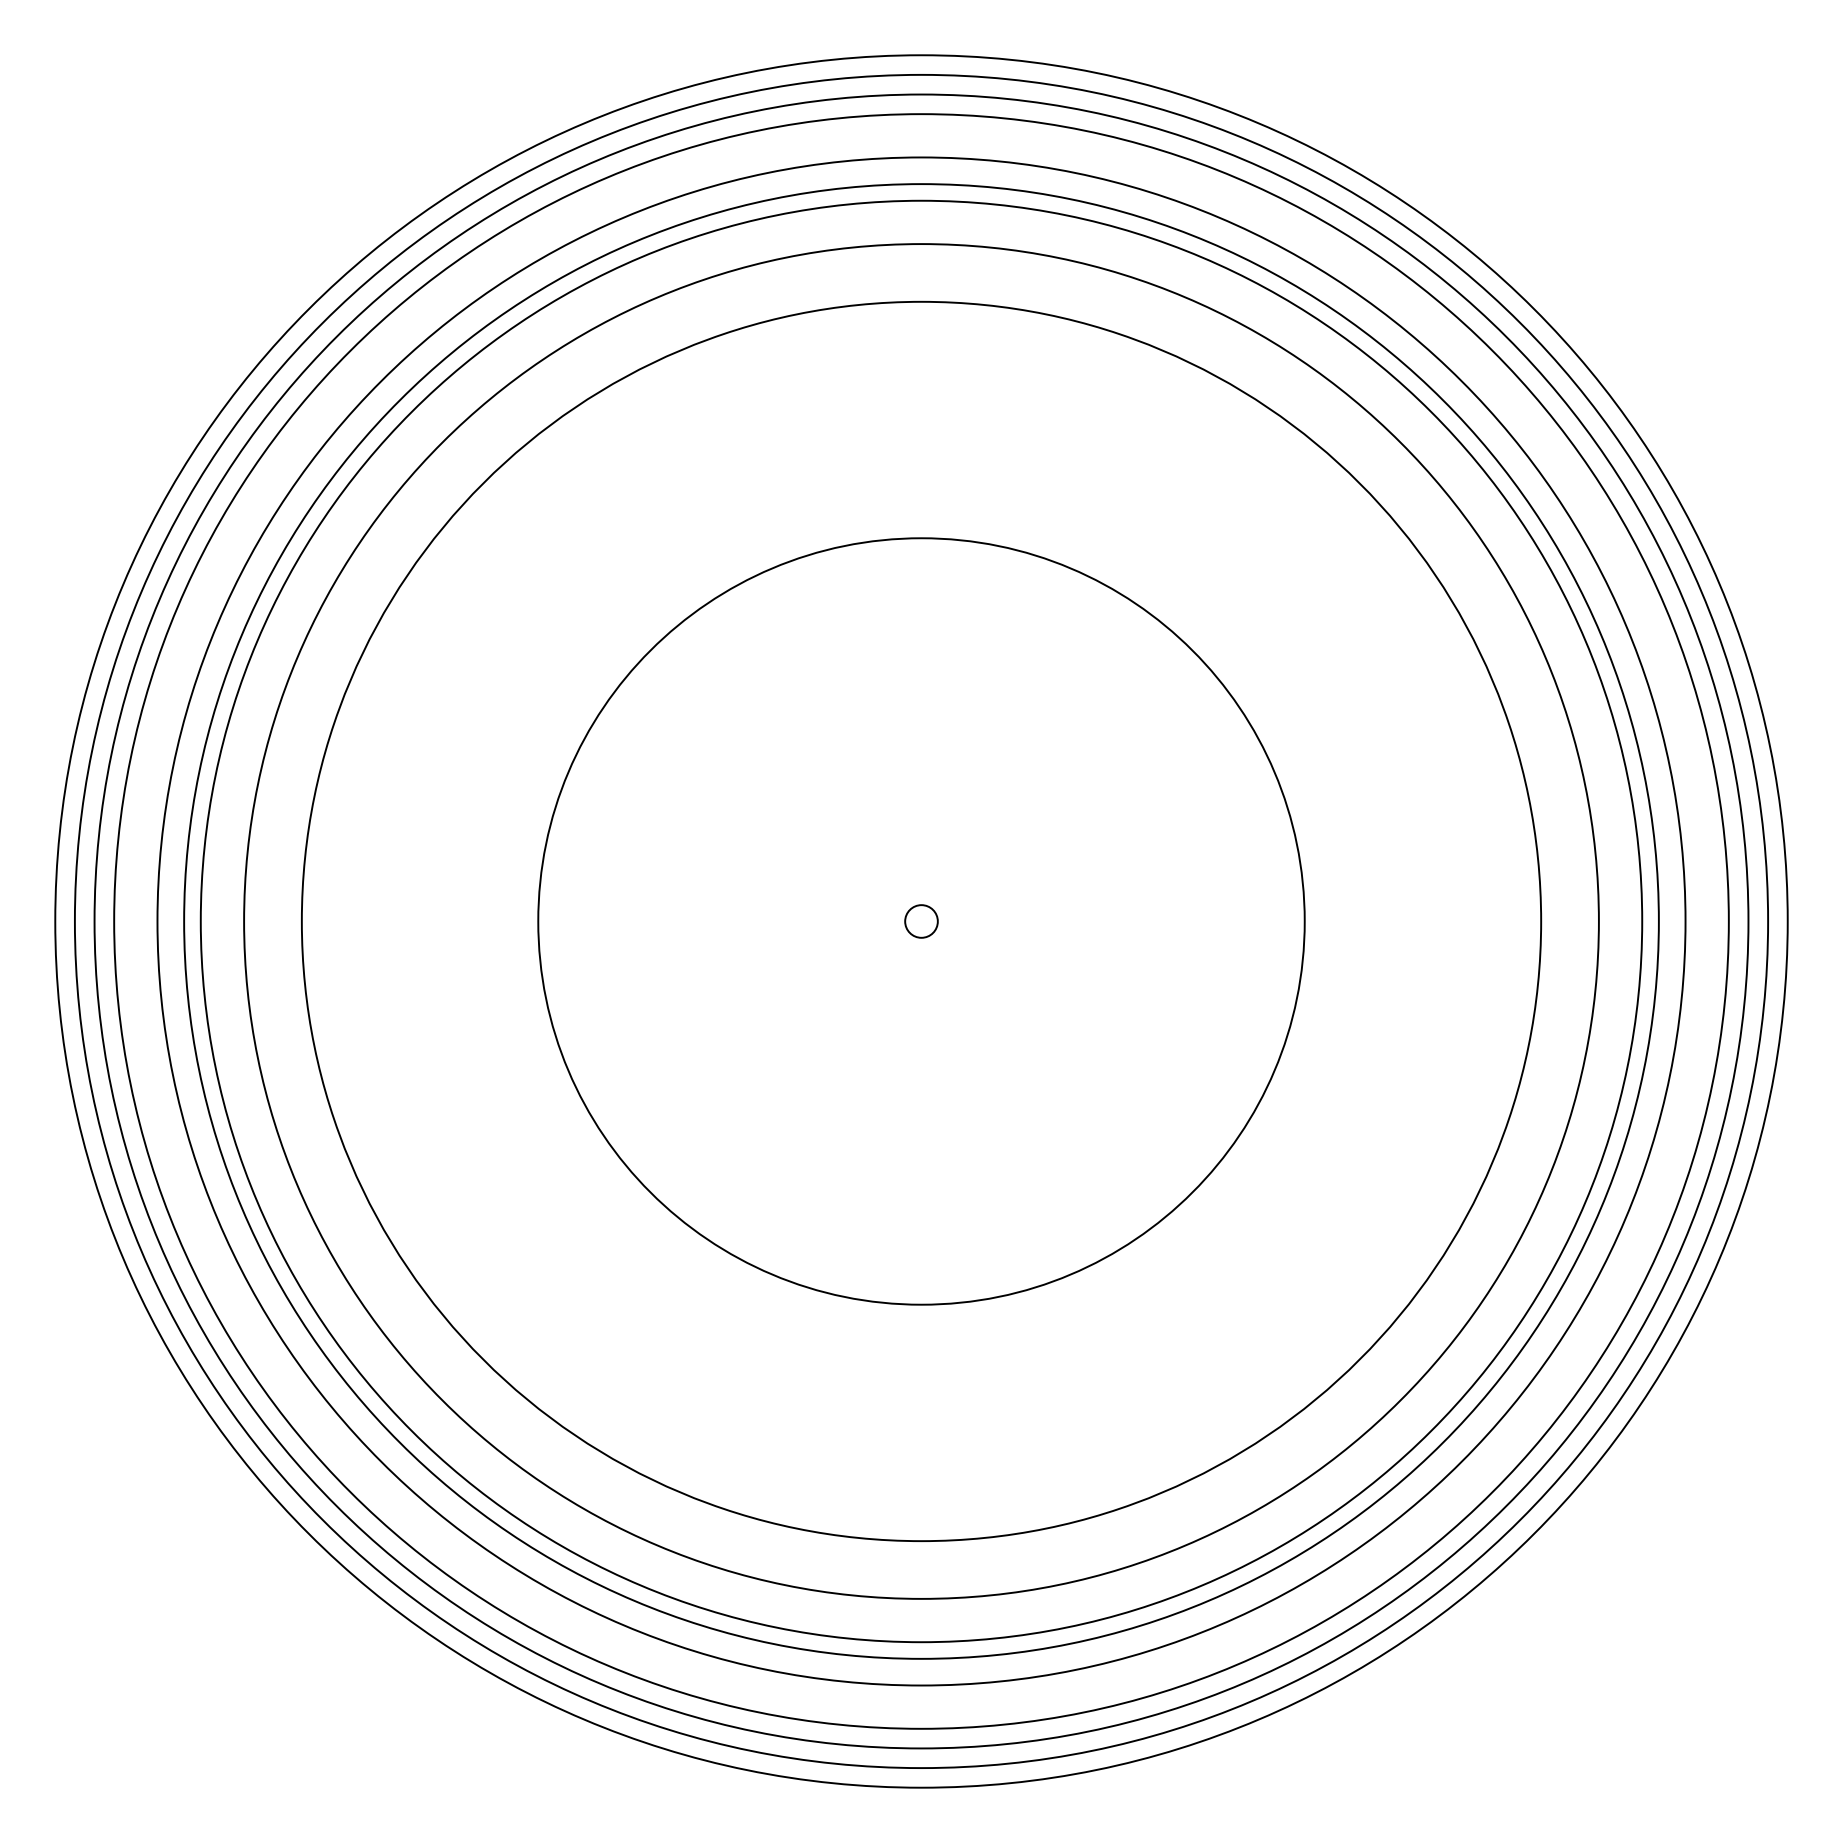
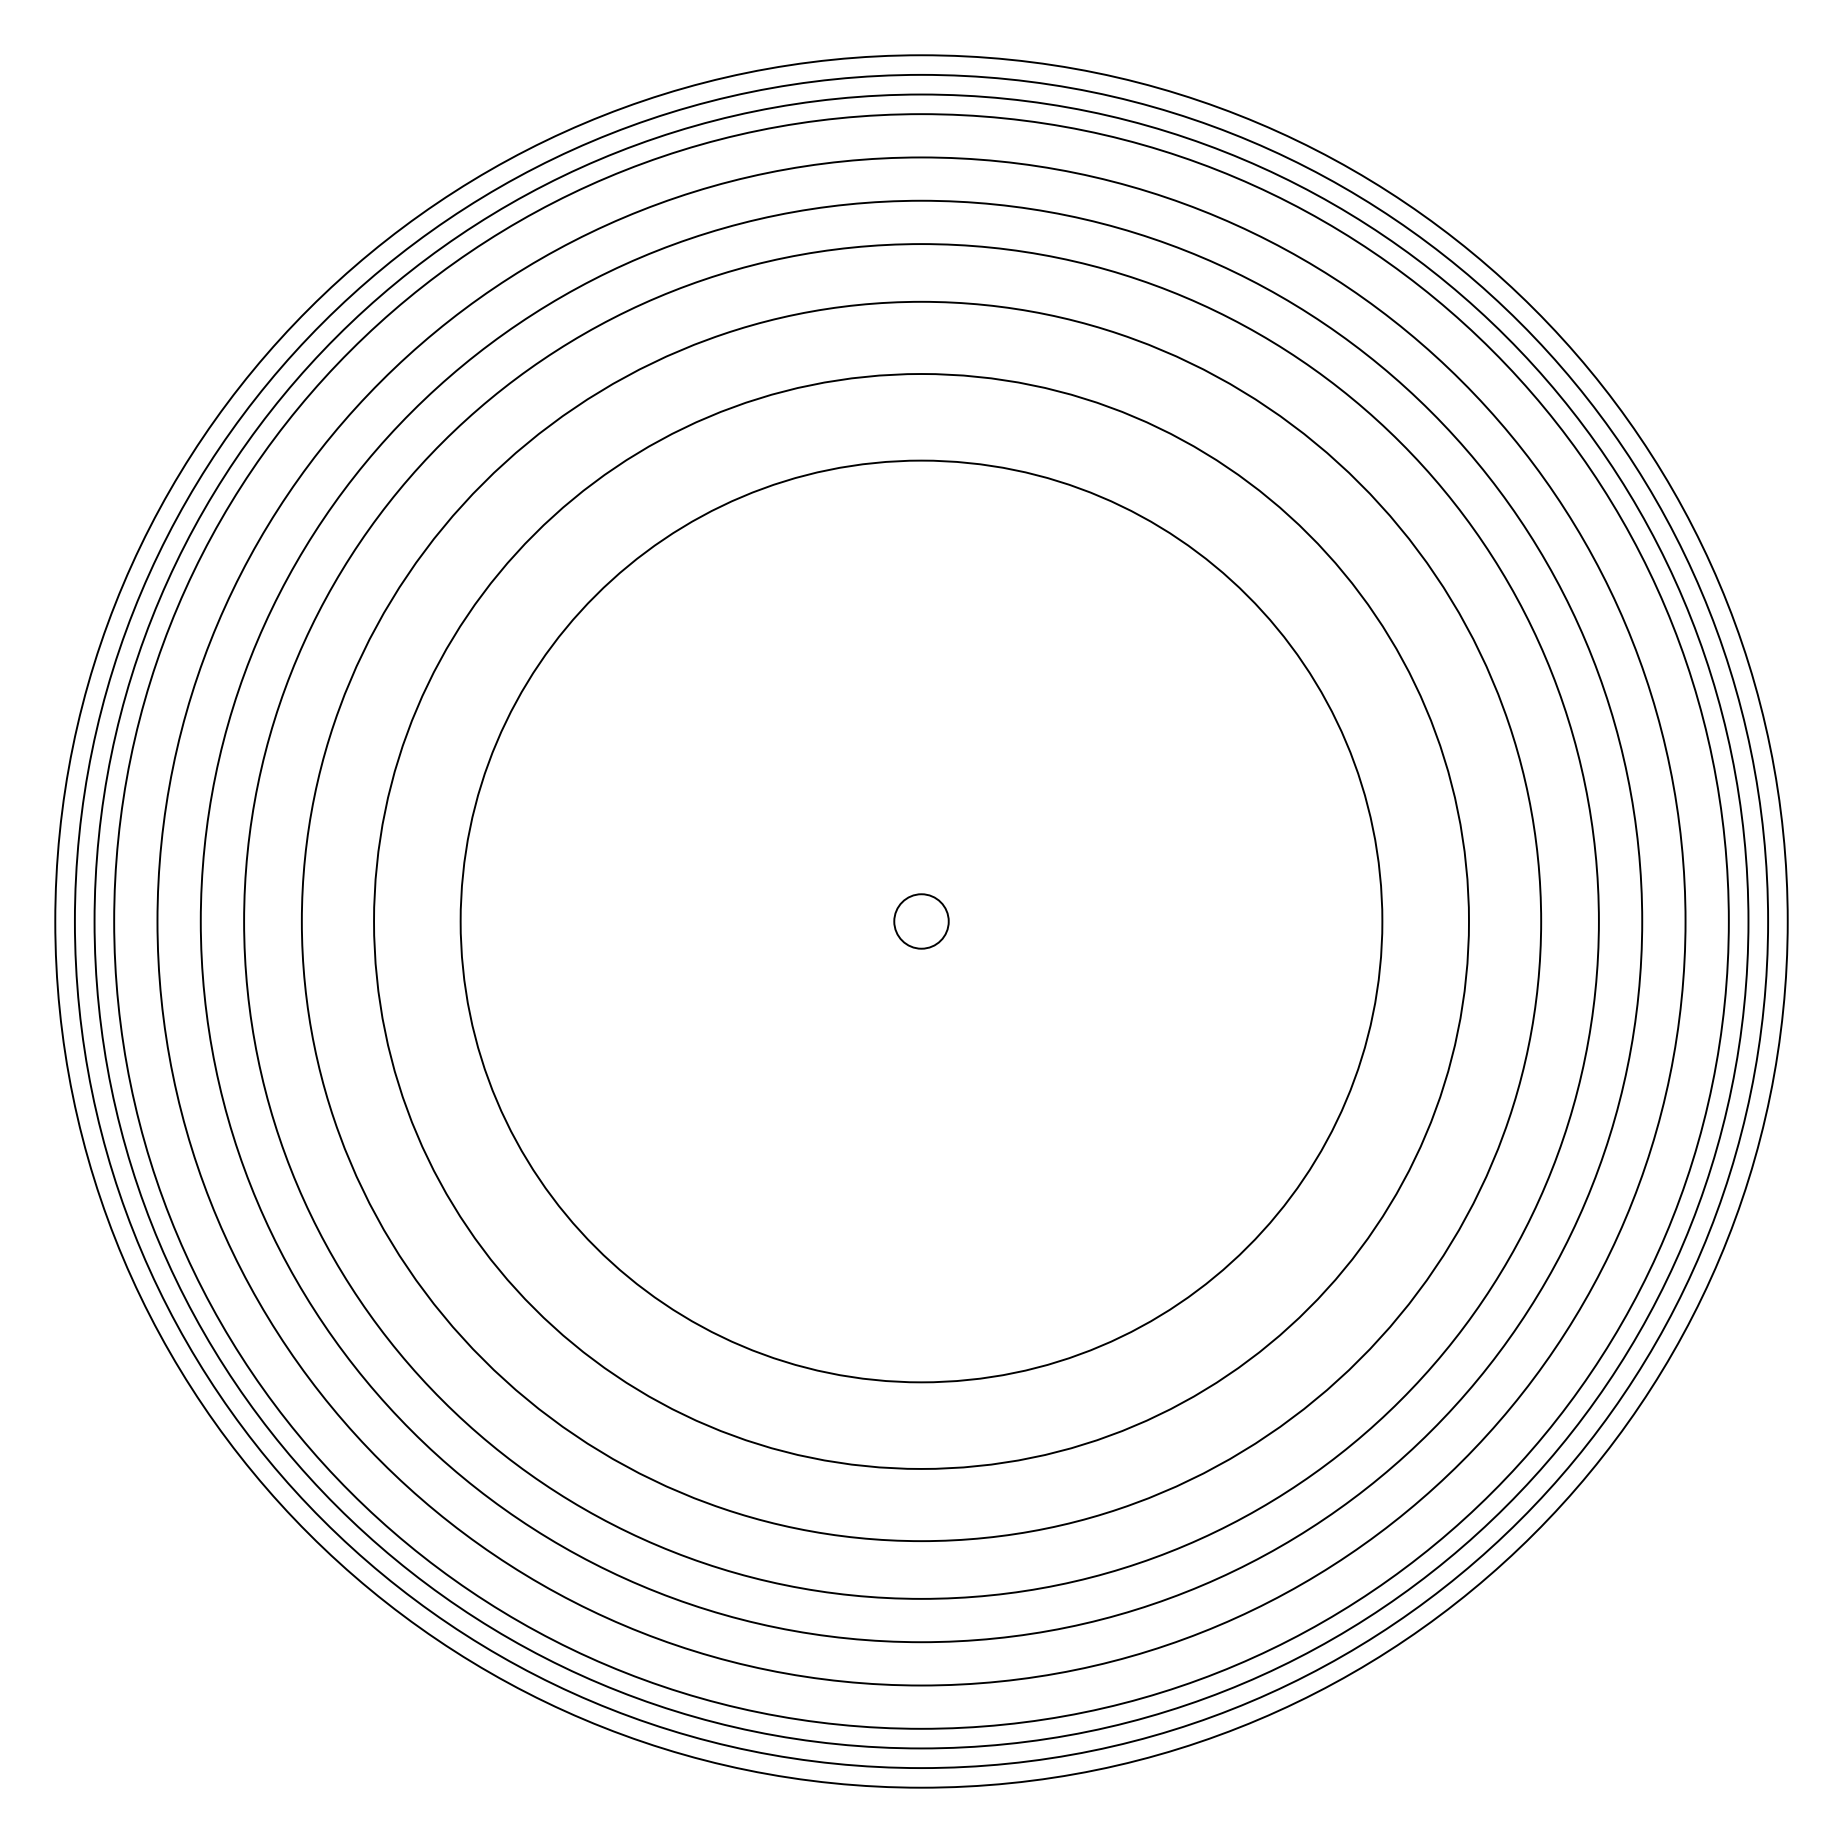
circle at (921, 921) diameter: 1475 px -> 922 px
circle at (921, 921) diameter: 33 px -> 54 px
circle at (921, 921) diameter: 766 px -> 1095 px
